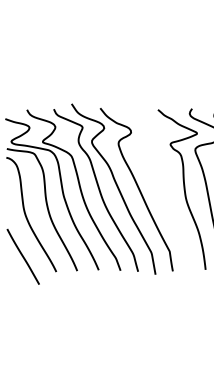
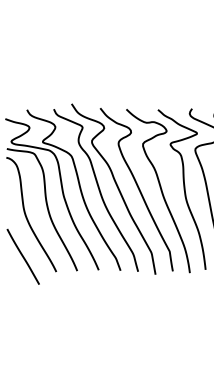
curve at (160, 190): none -> present
